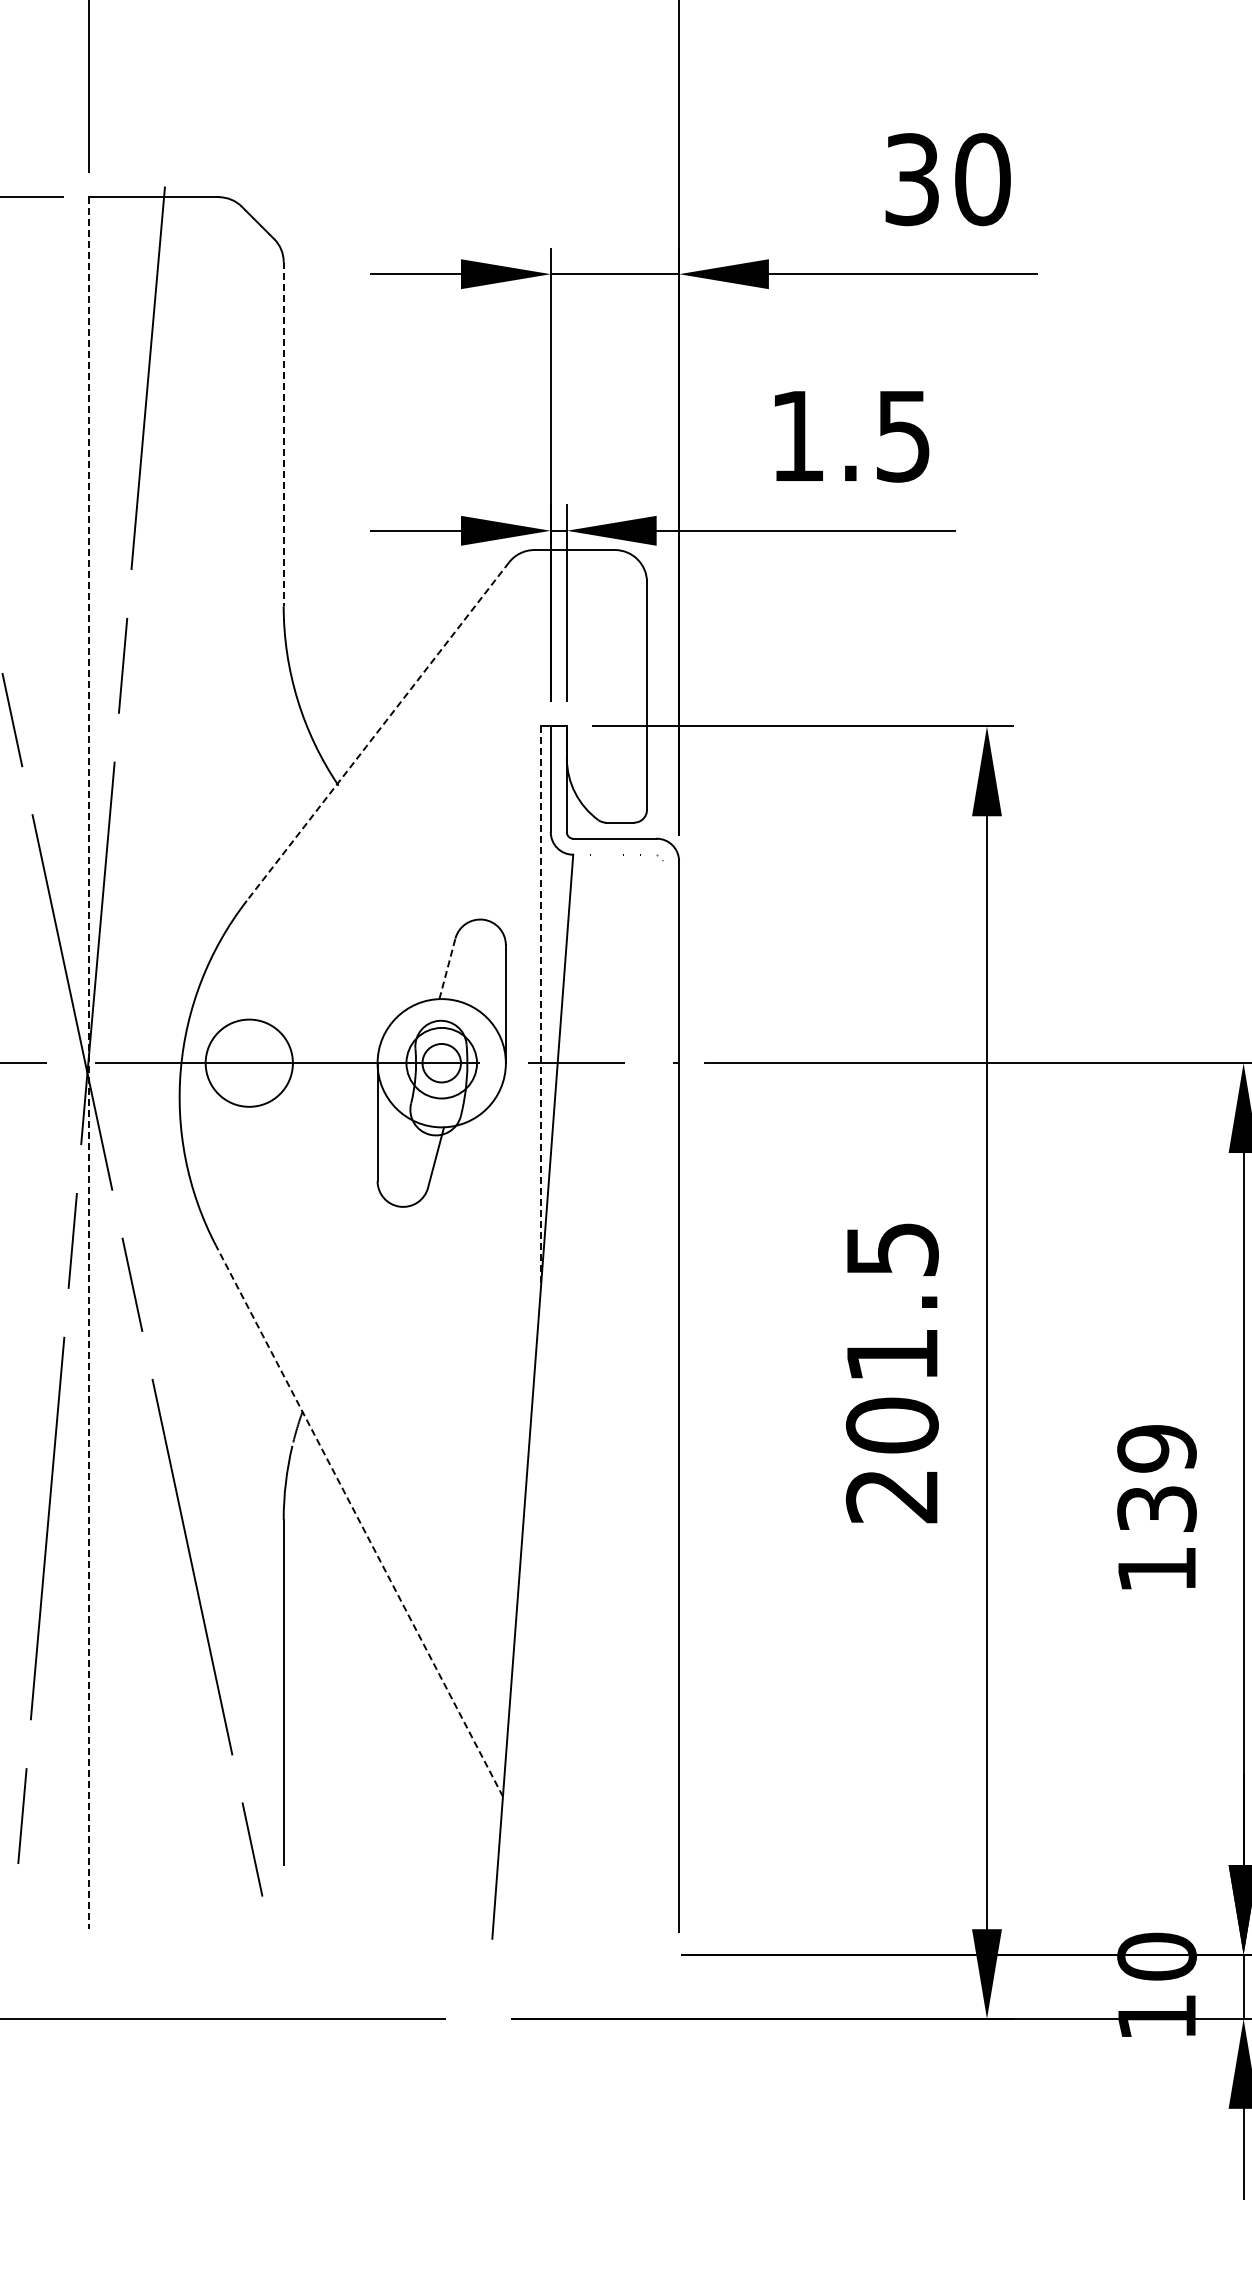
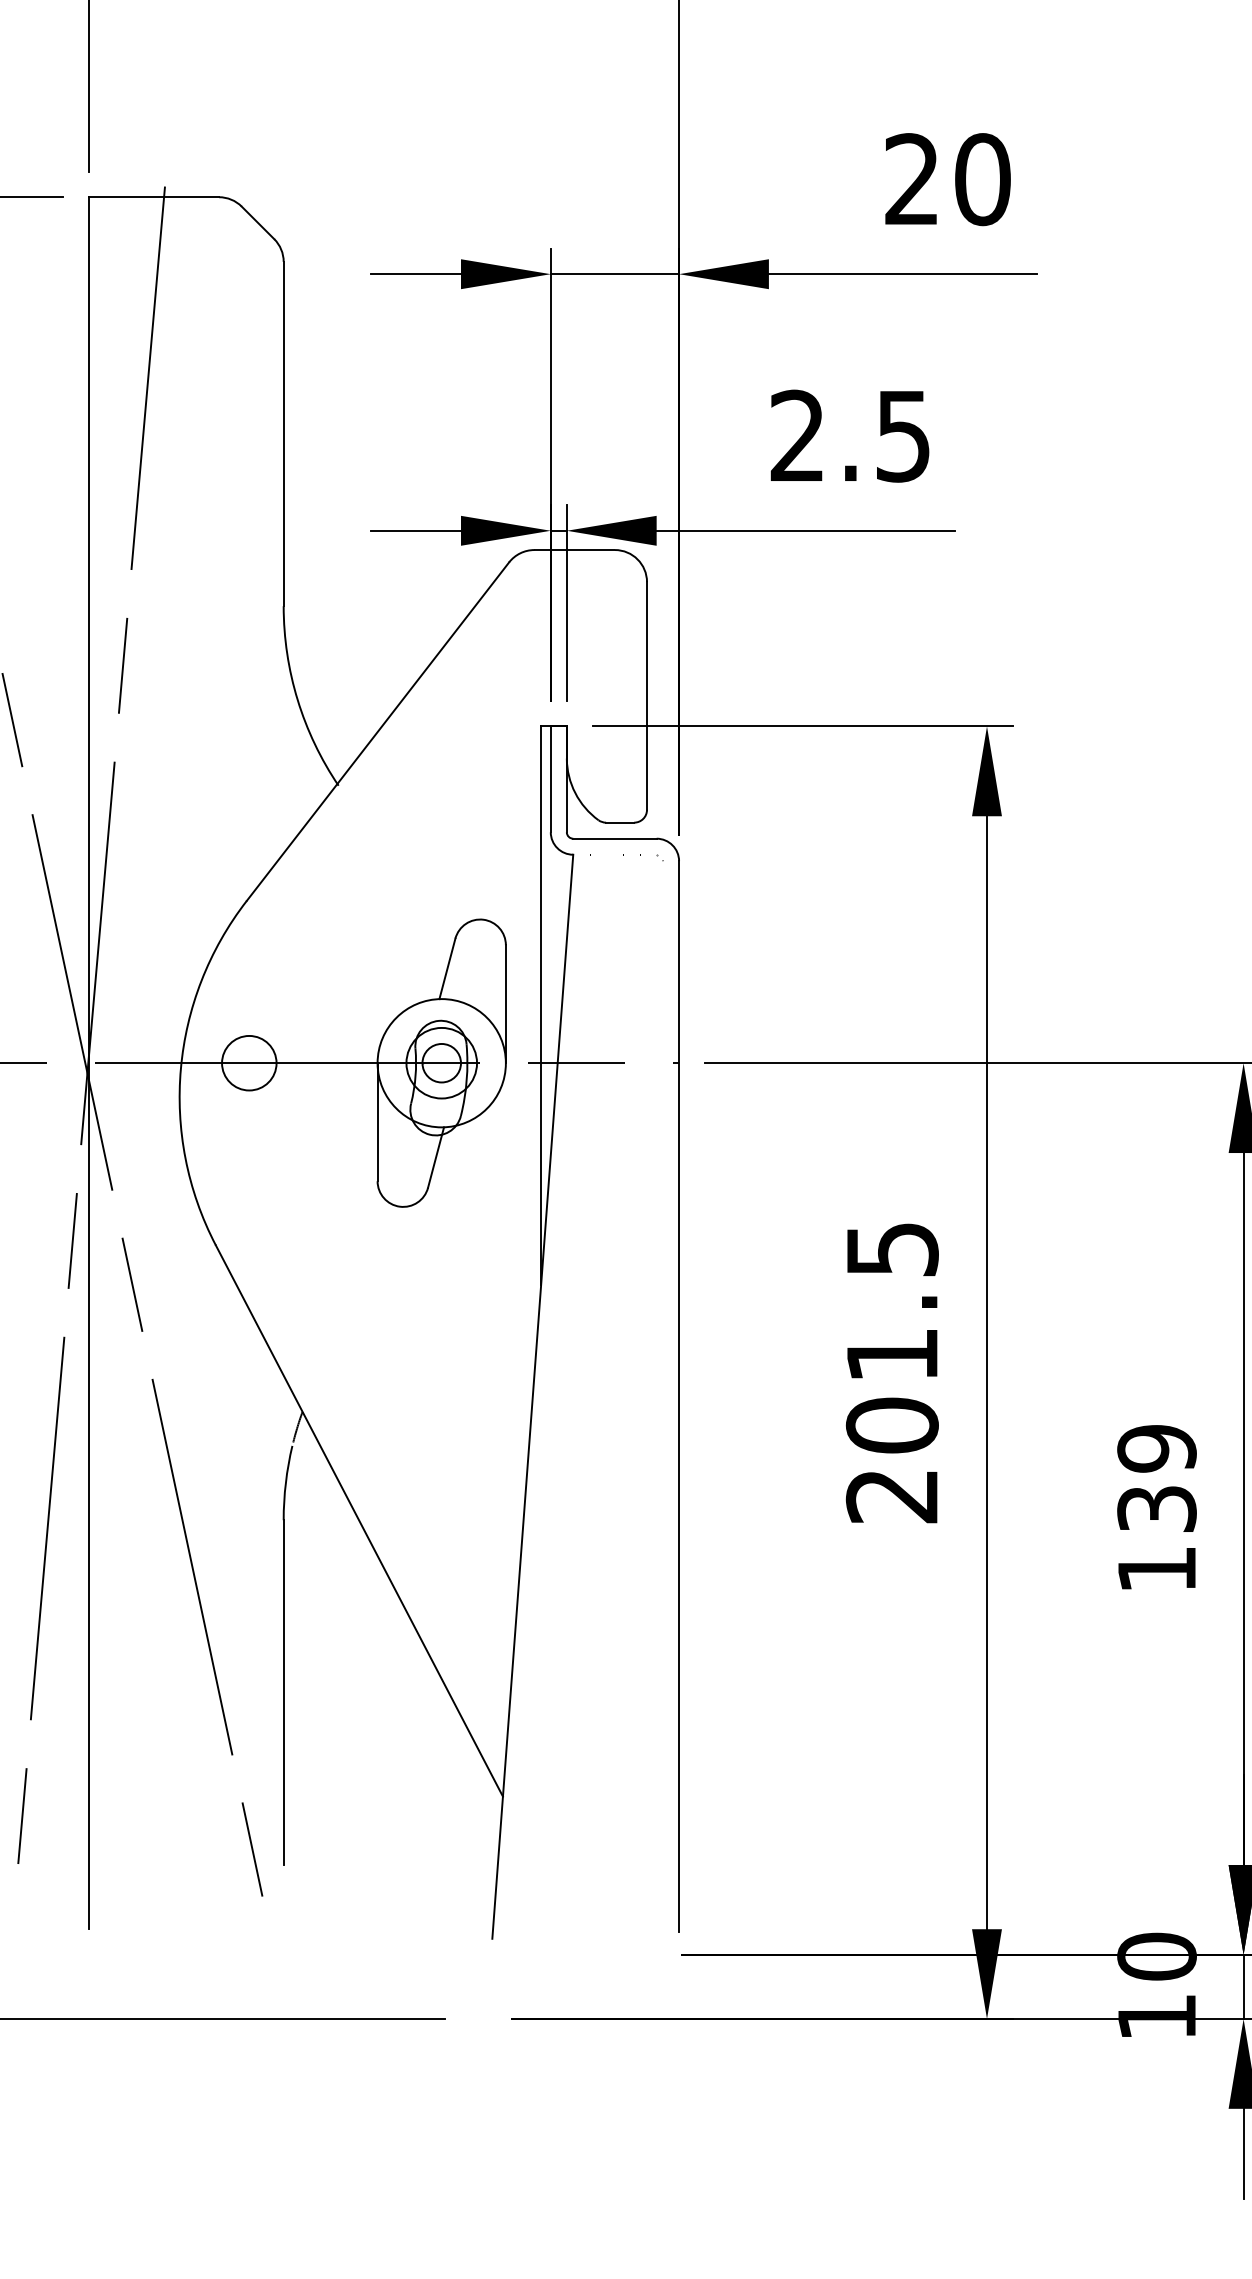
text at (911, 179): 30 -> 20
line at (283, 434): dashed -> solid
text at (796, 434): 1.5 -> 2.5
line at (377, 732): dashed -> solid
line at (447, 968): dashed -> solid
line at (541, 1005): dashed -> solid
circle at (248, 1062) diameter: 87 px -> 55 px
line at (88, 1063): dashed -> solid
line at (359, 1521): dashed -> solid
